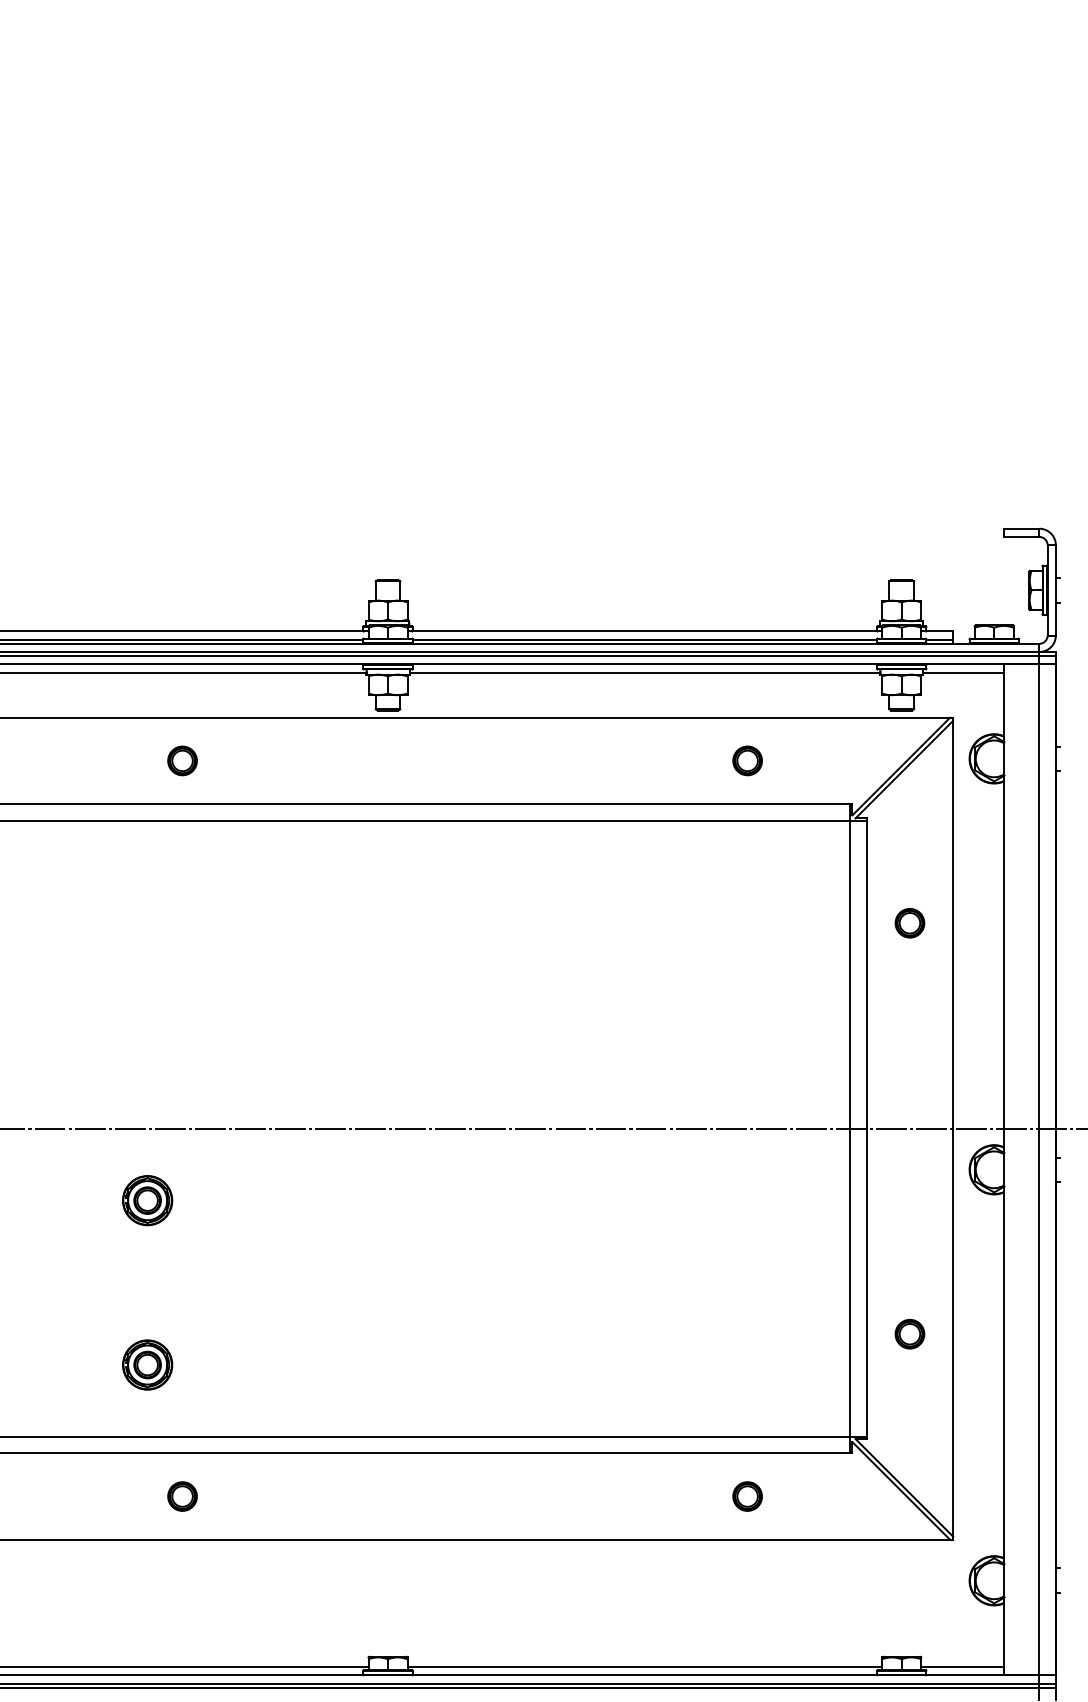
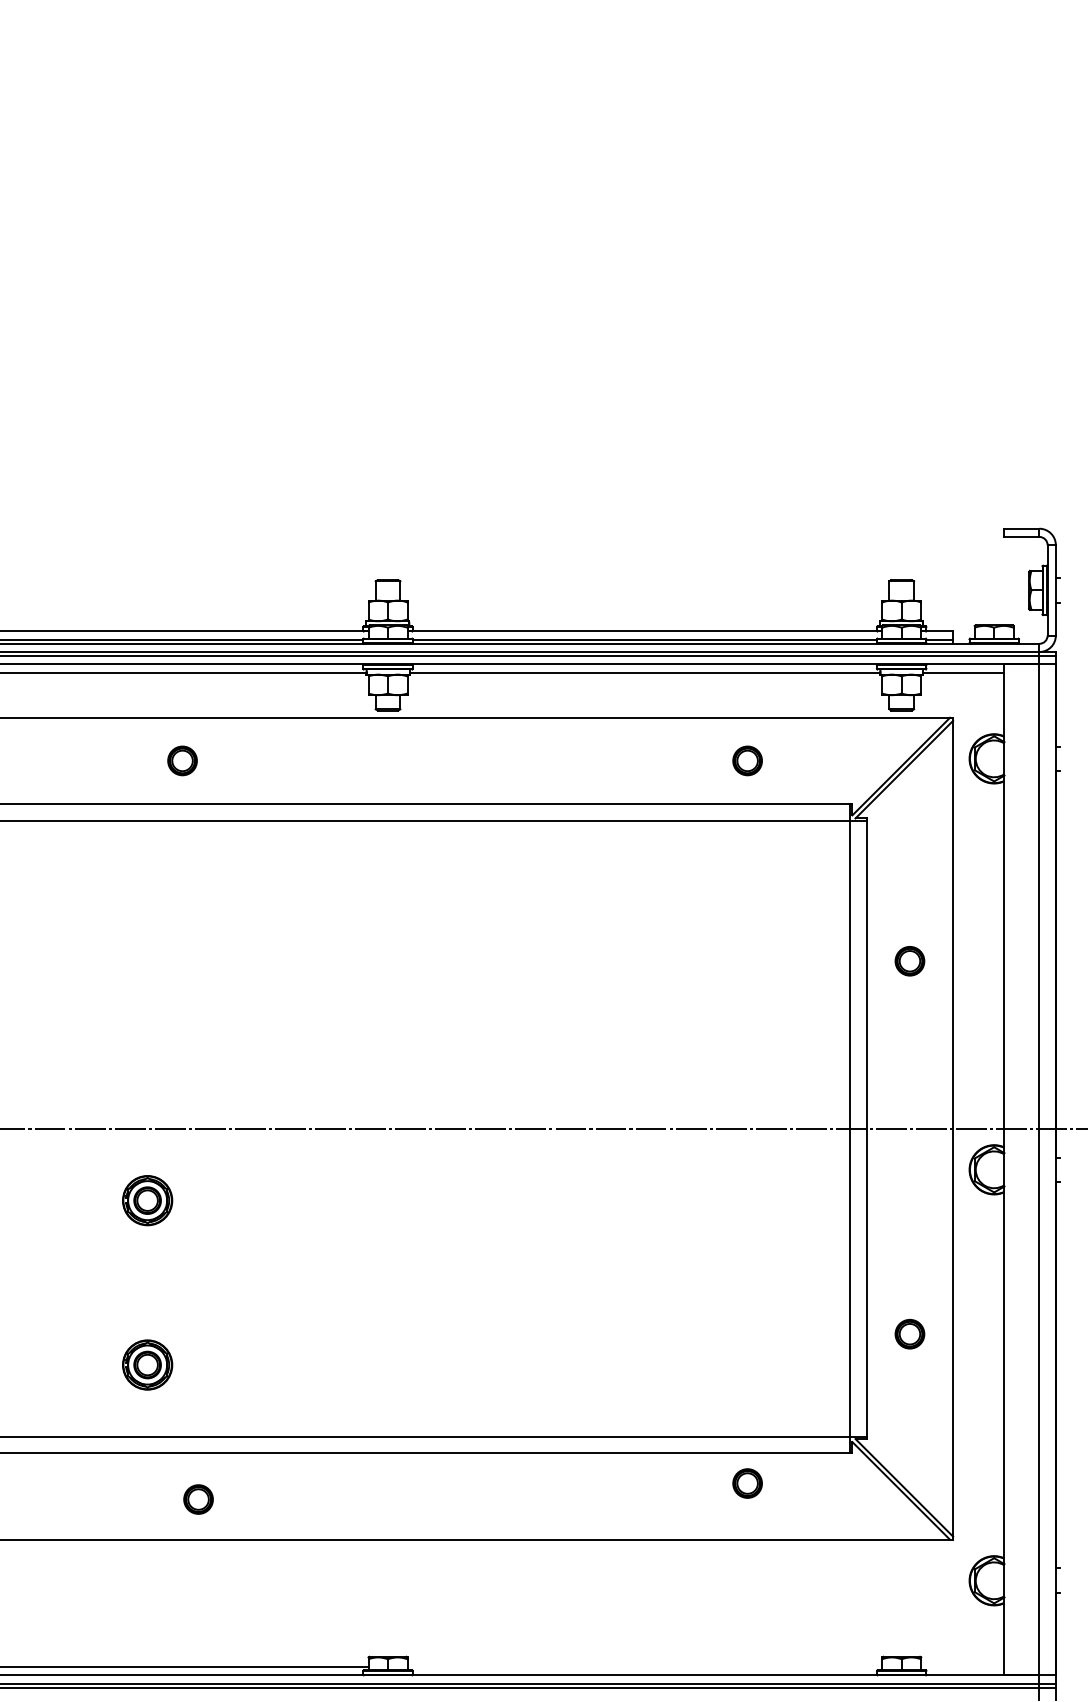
part at (909, 923) position: (909, 923) -> (909, 961)
part at (182, 1496) position: (182, 1496) -> (198, 1499)
part at (747, 1496) position: (747, 1496) -> (747, 1483)
line at (644, 1667): present -> none
line at (962, 1667): present -> none
